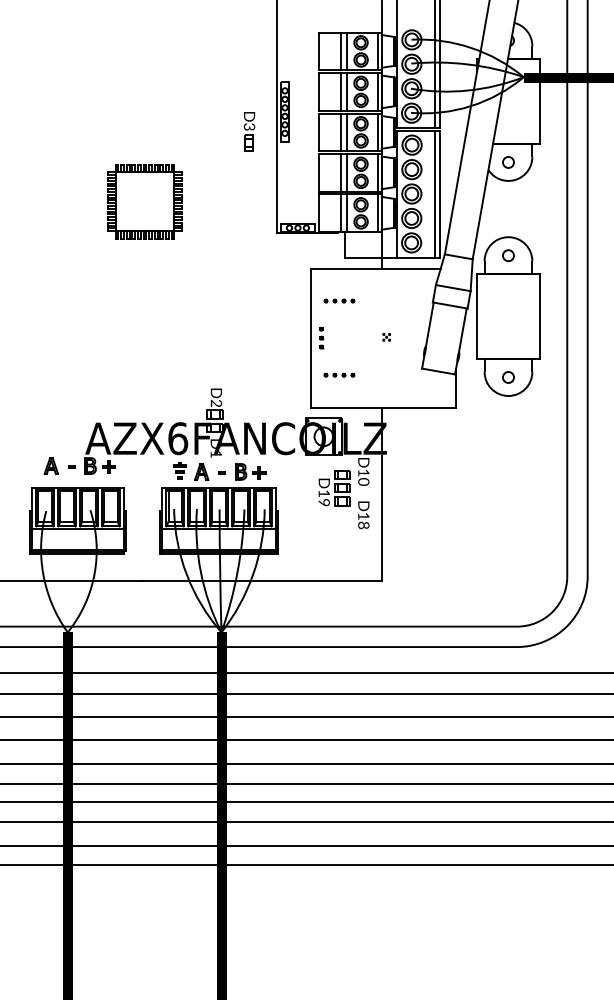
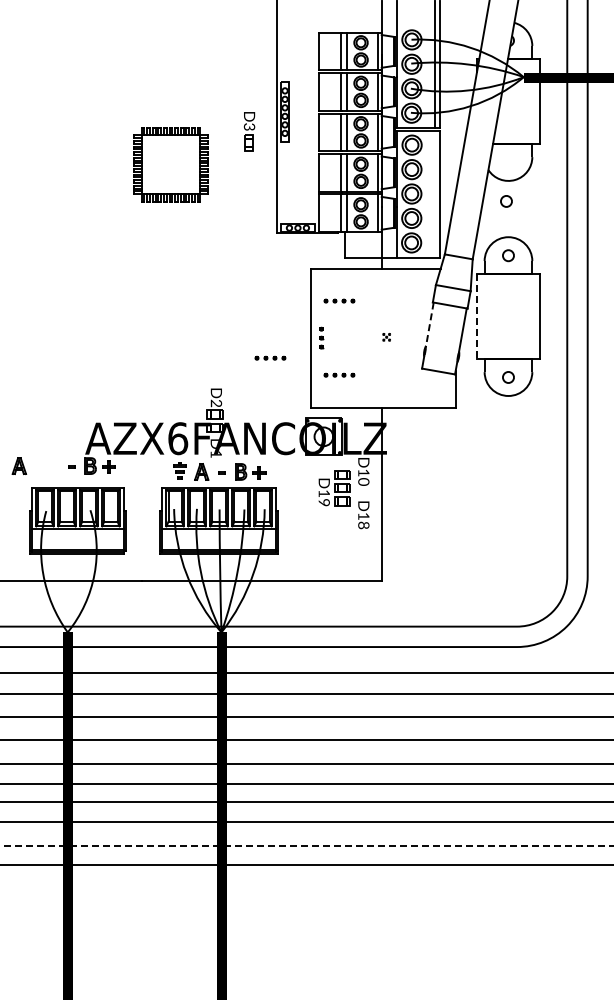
circle at (508, 162) position: (508, 162) -> (506, 201)
line at (435, 193): present -> none
part at (144, 201) position: (144, 201) -> (170, 164)
line at (477, 317): solid -> dashed
line at (429, 325): solid -> dashed
part at (270, 357): none -> present
part at (51, 465) position: (51, 465) -> (19, 465)
line at (307, 846): solid -> dashed
